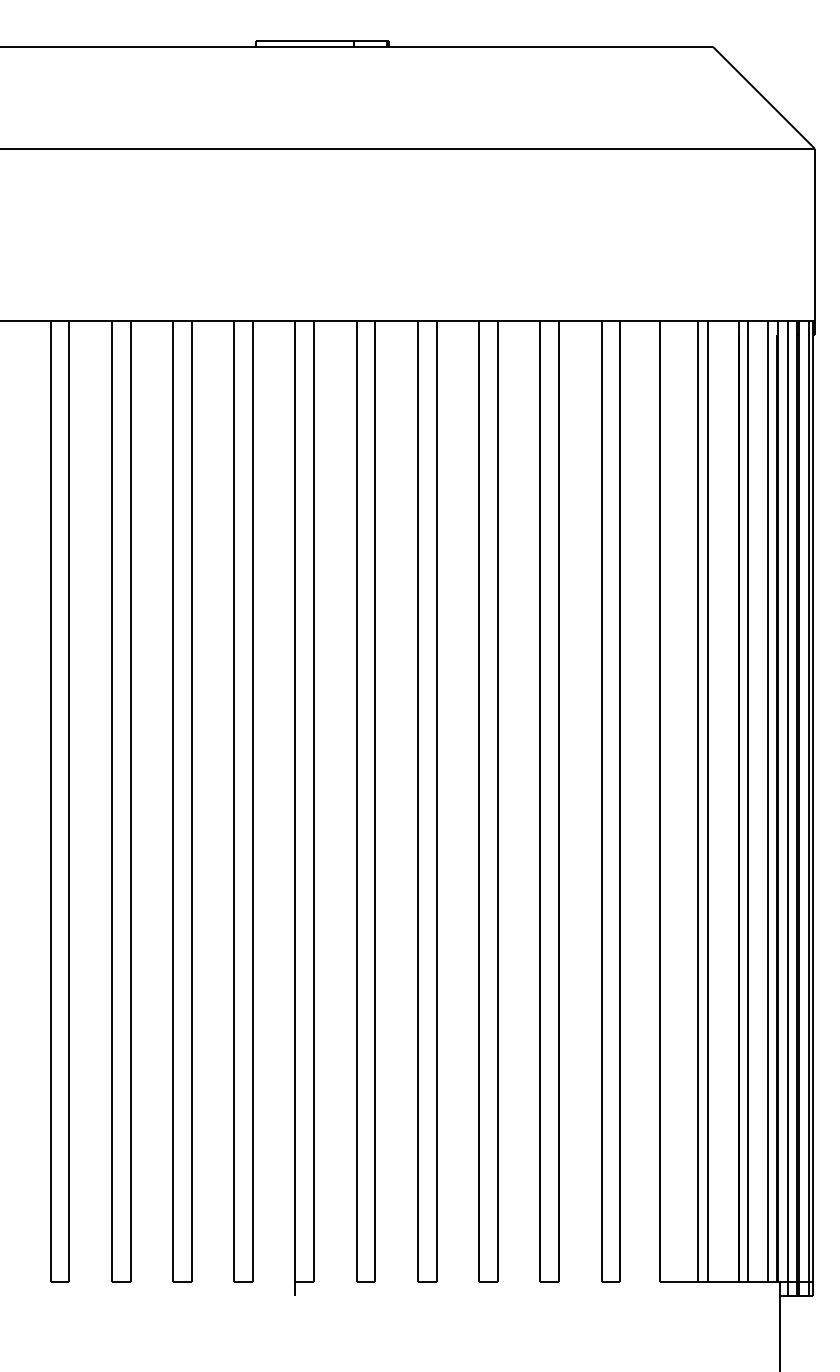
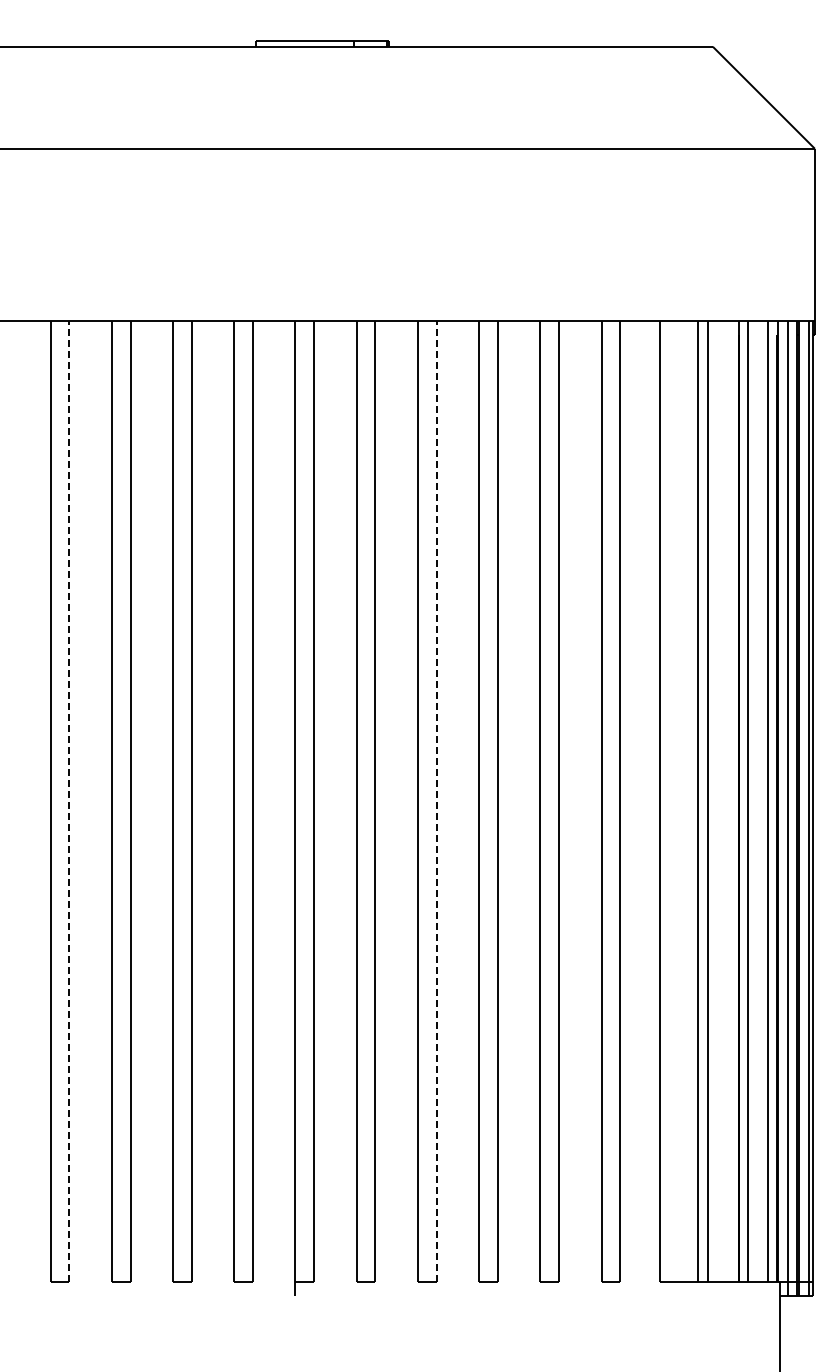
line at (69, 801): solid -> dashed
line at (436, 801): solid -> dashed
